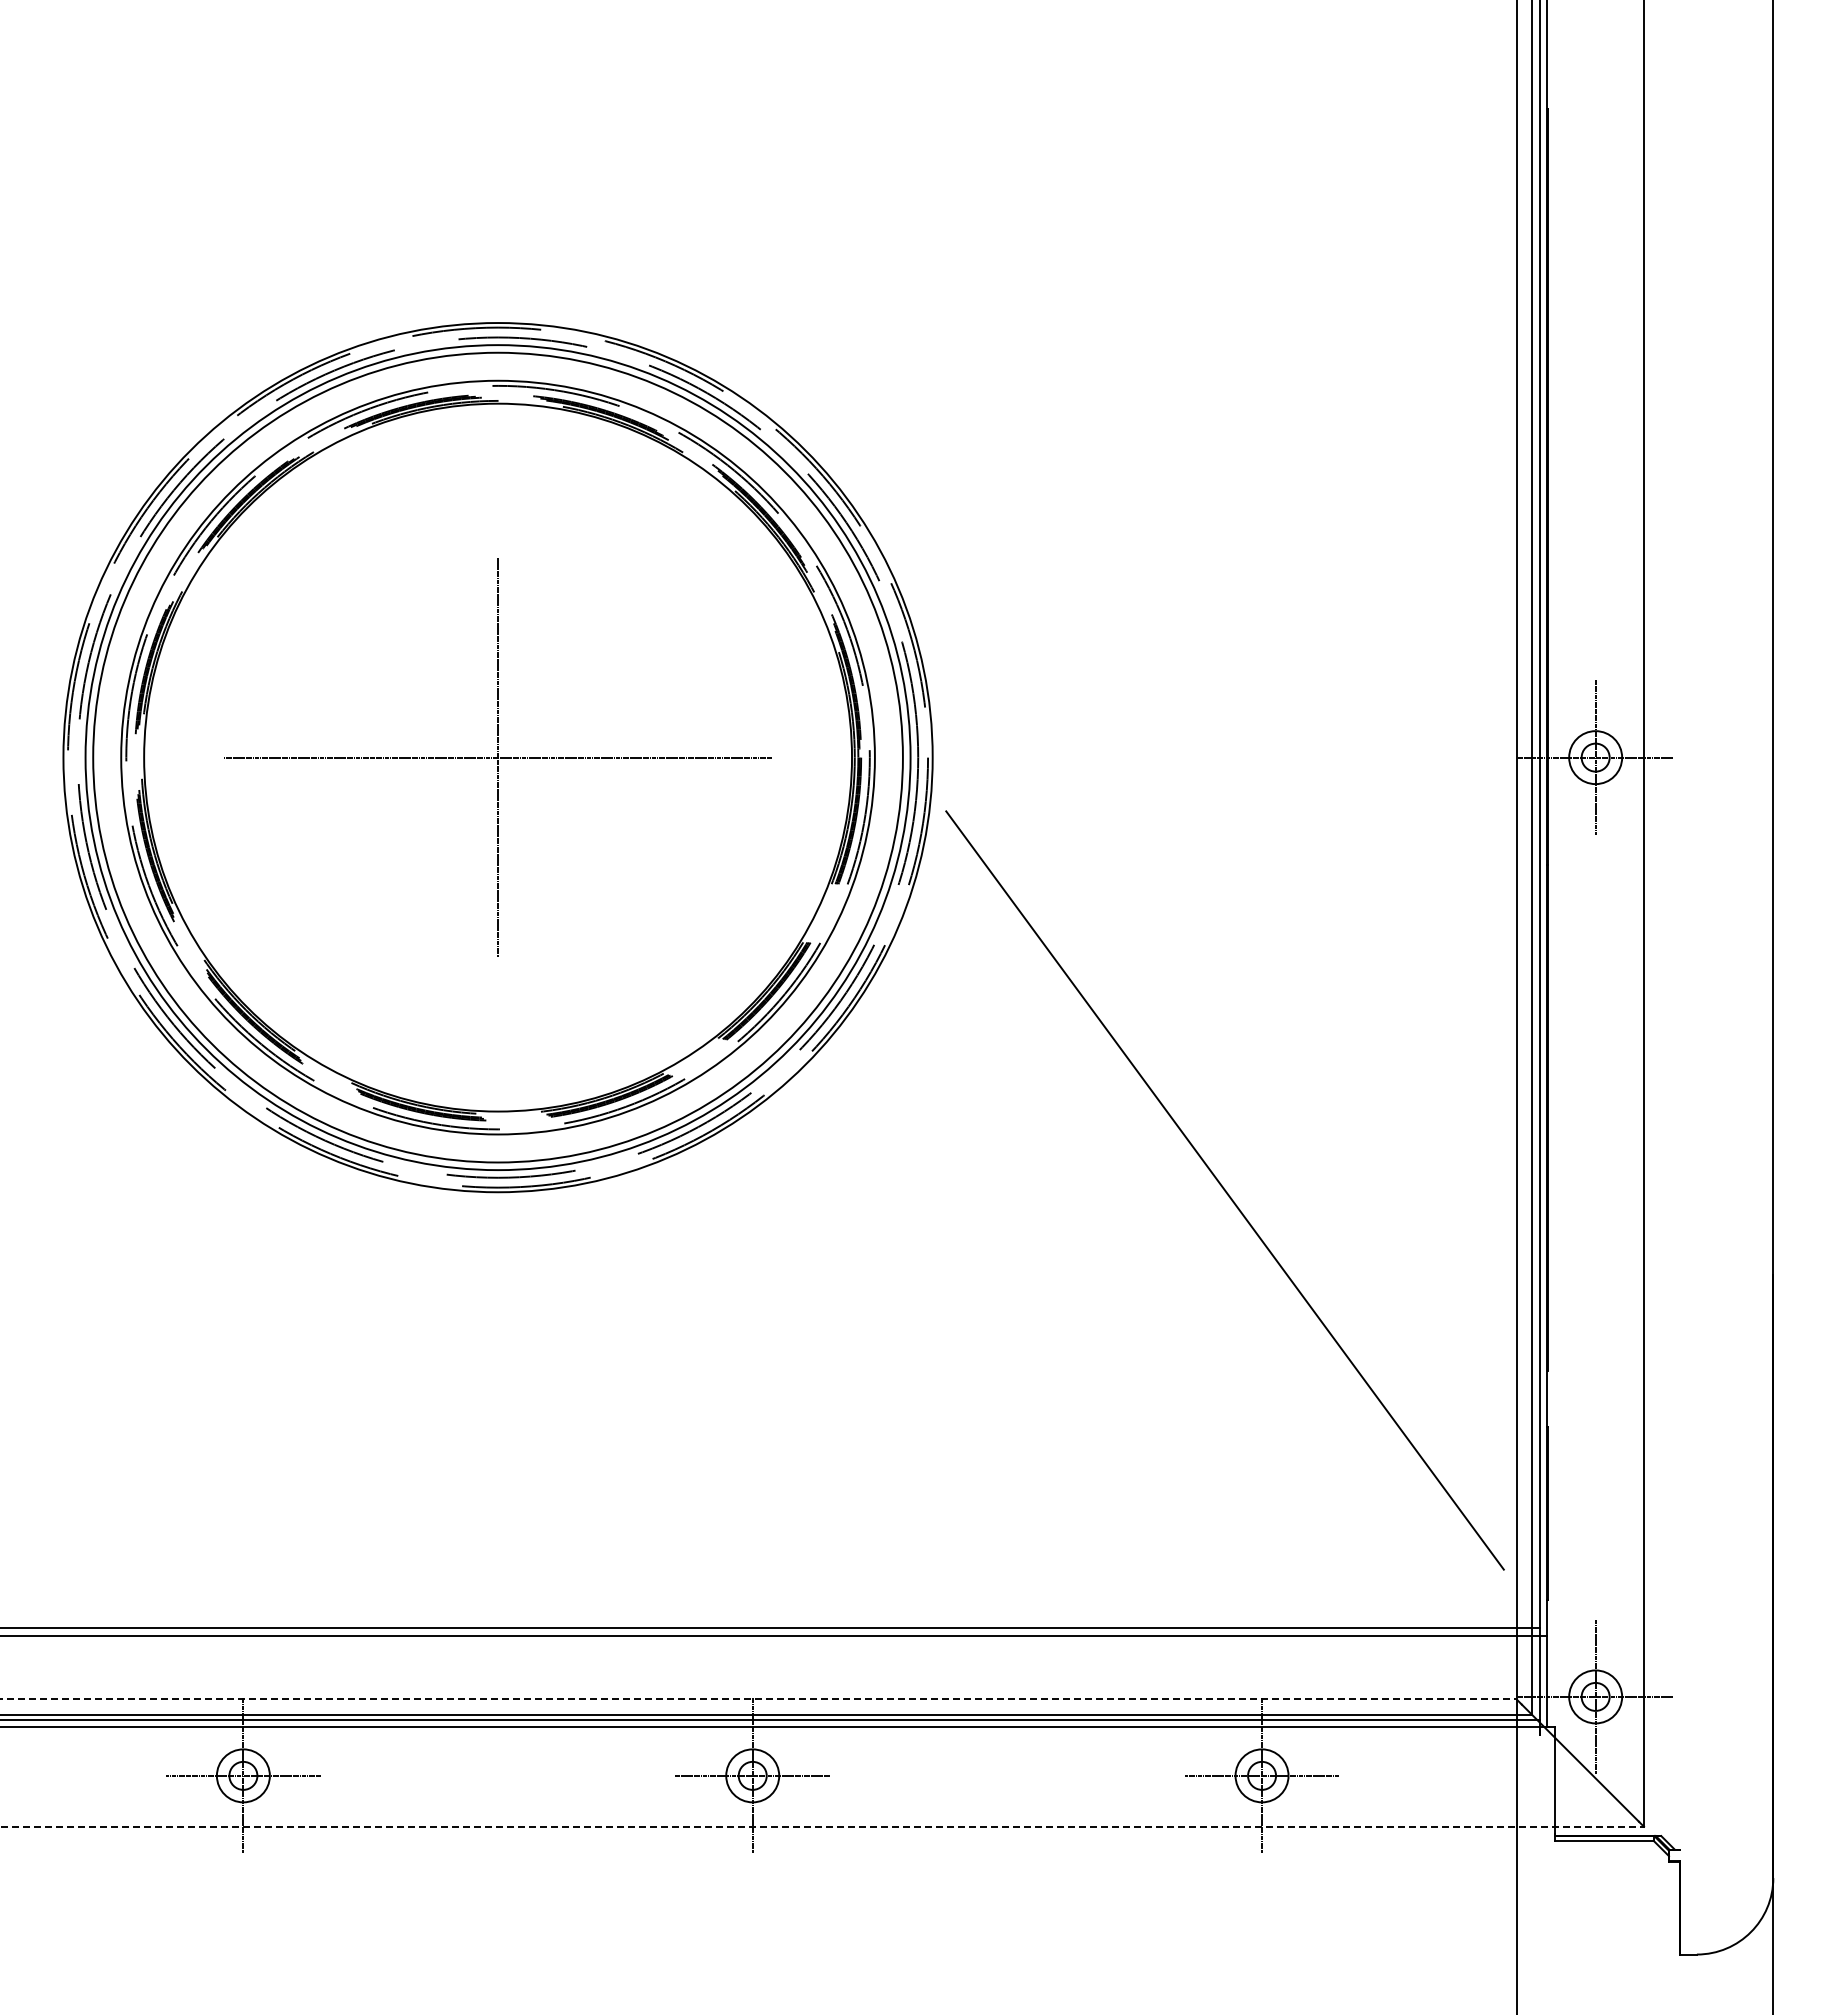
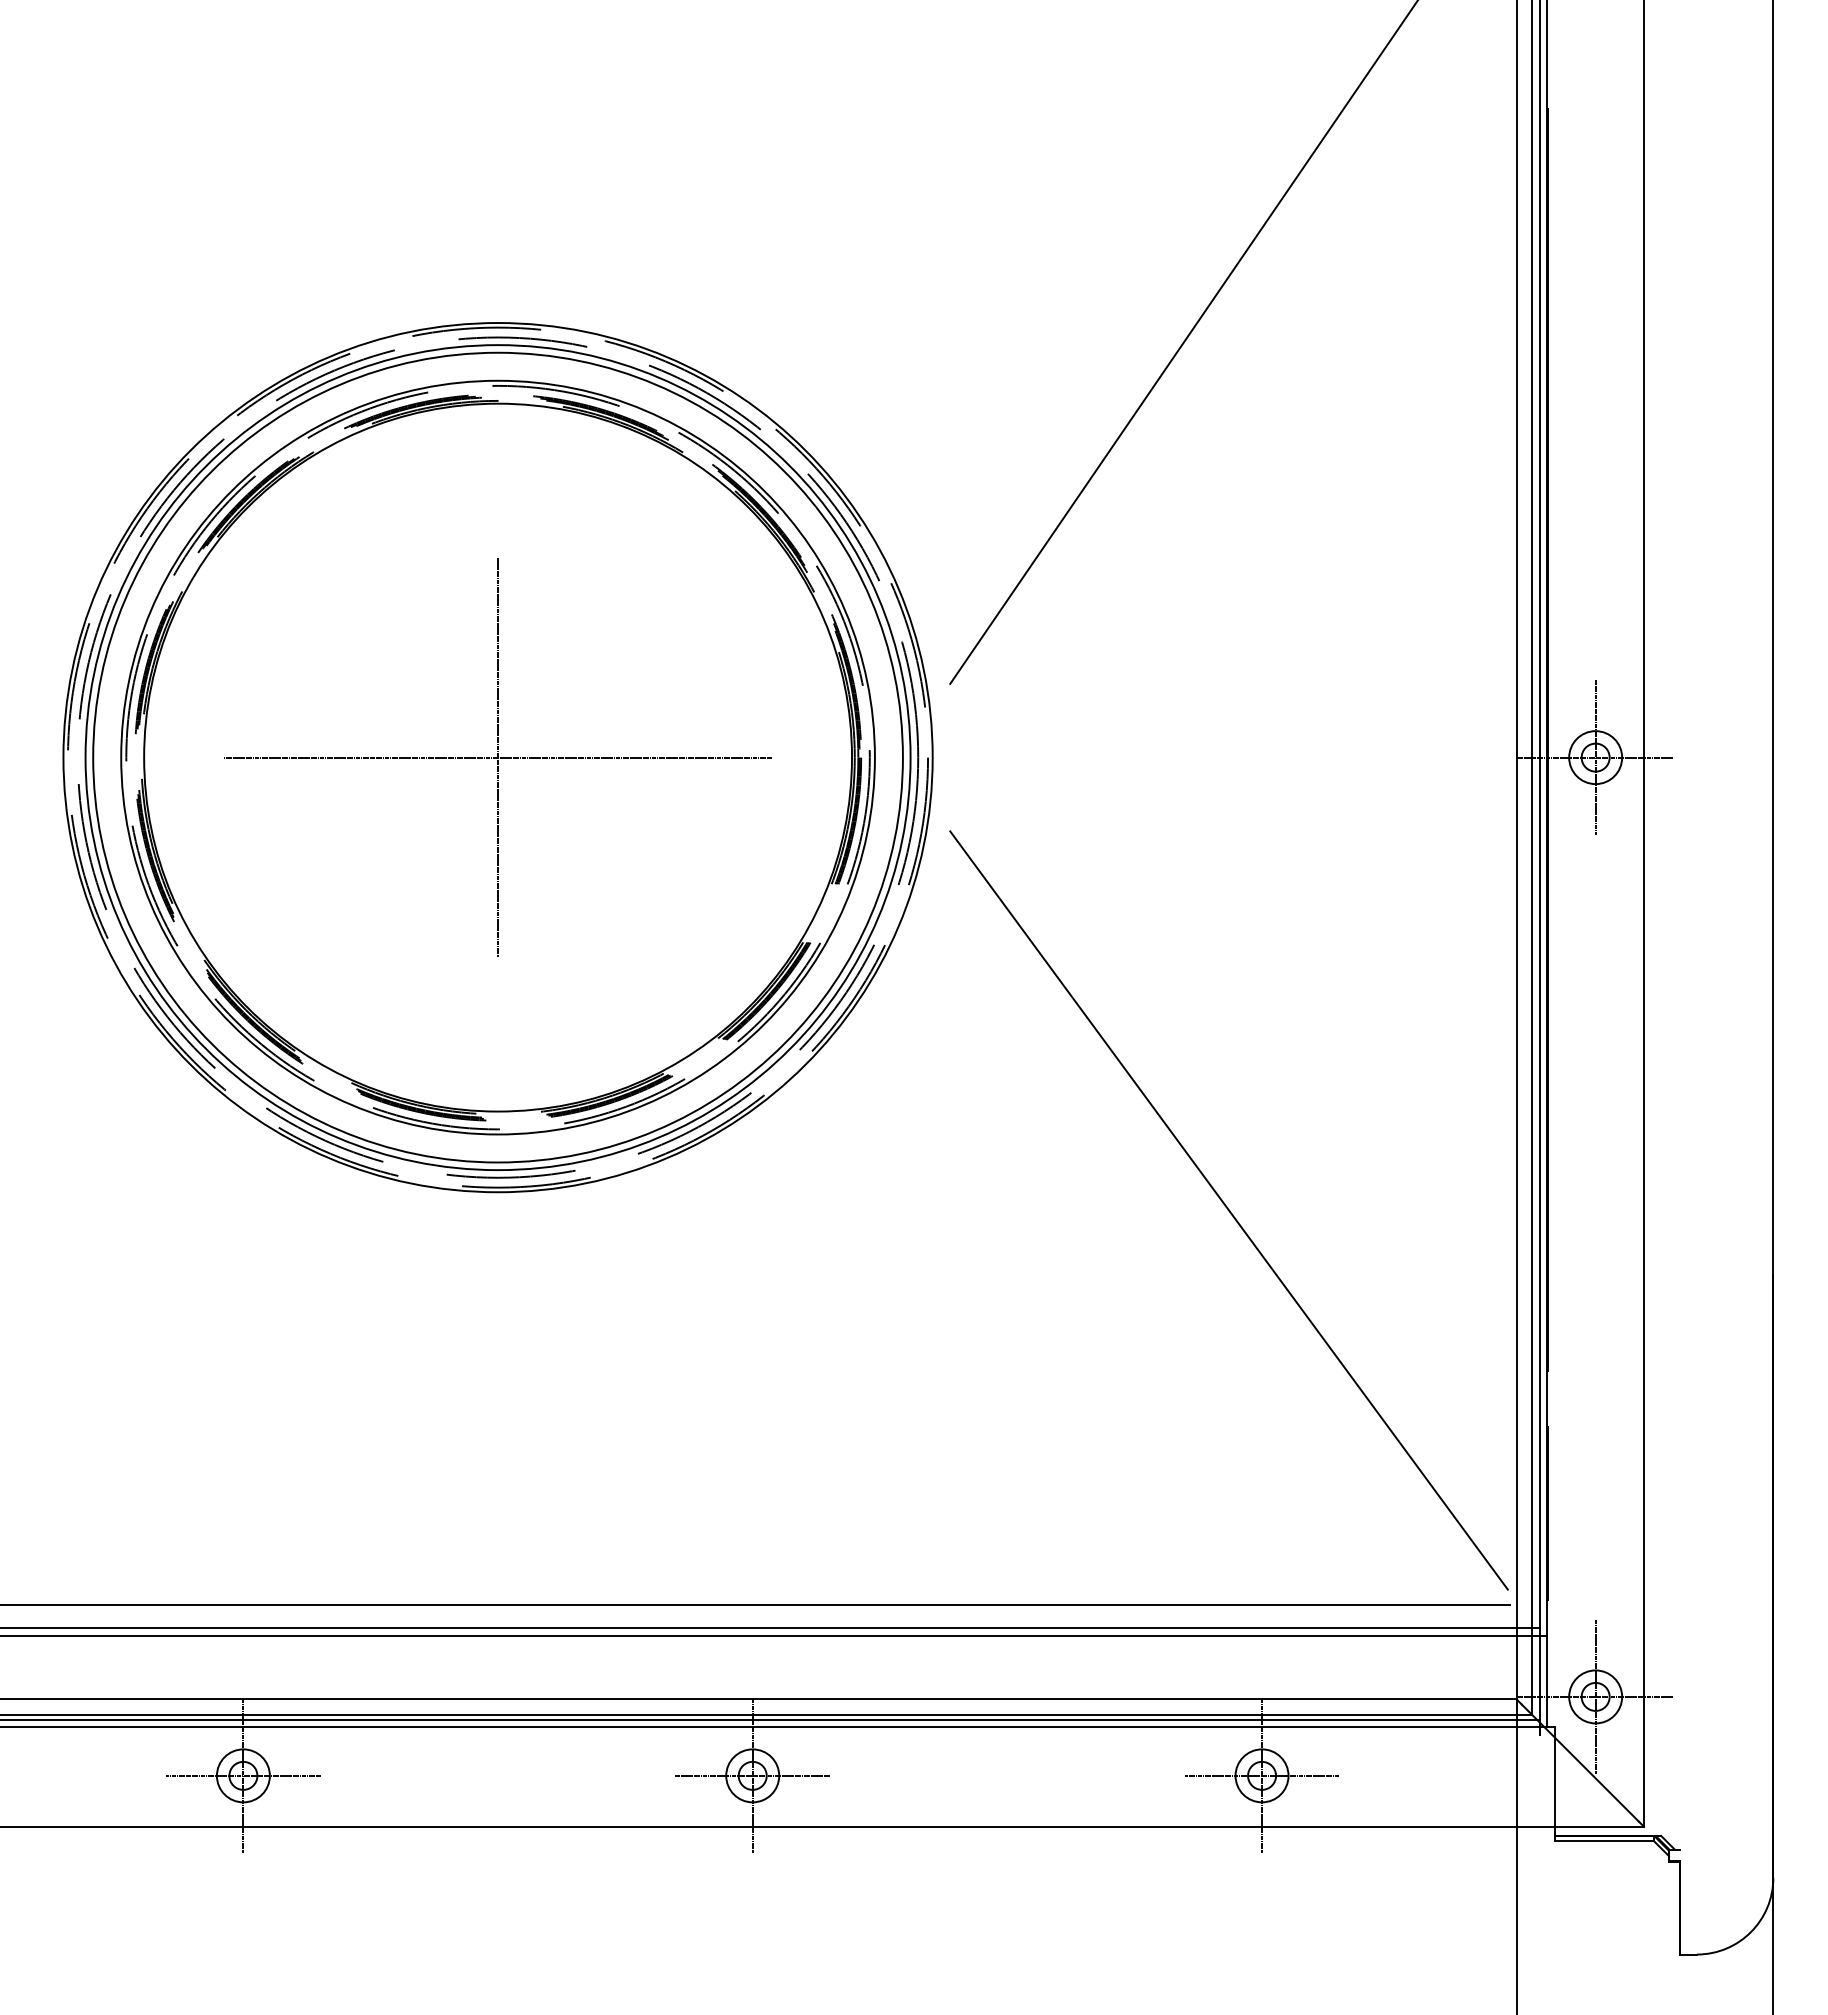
line at (1183, 342): none -> present
line at (1224, 1190) position: (1224, 1190) -> (1228, 1210)
line at (755, 1605): none -> present
line at (758, 1699): dashed -> solid
line at (822, 1826): dashed -> solid
